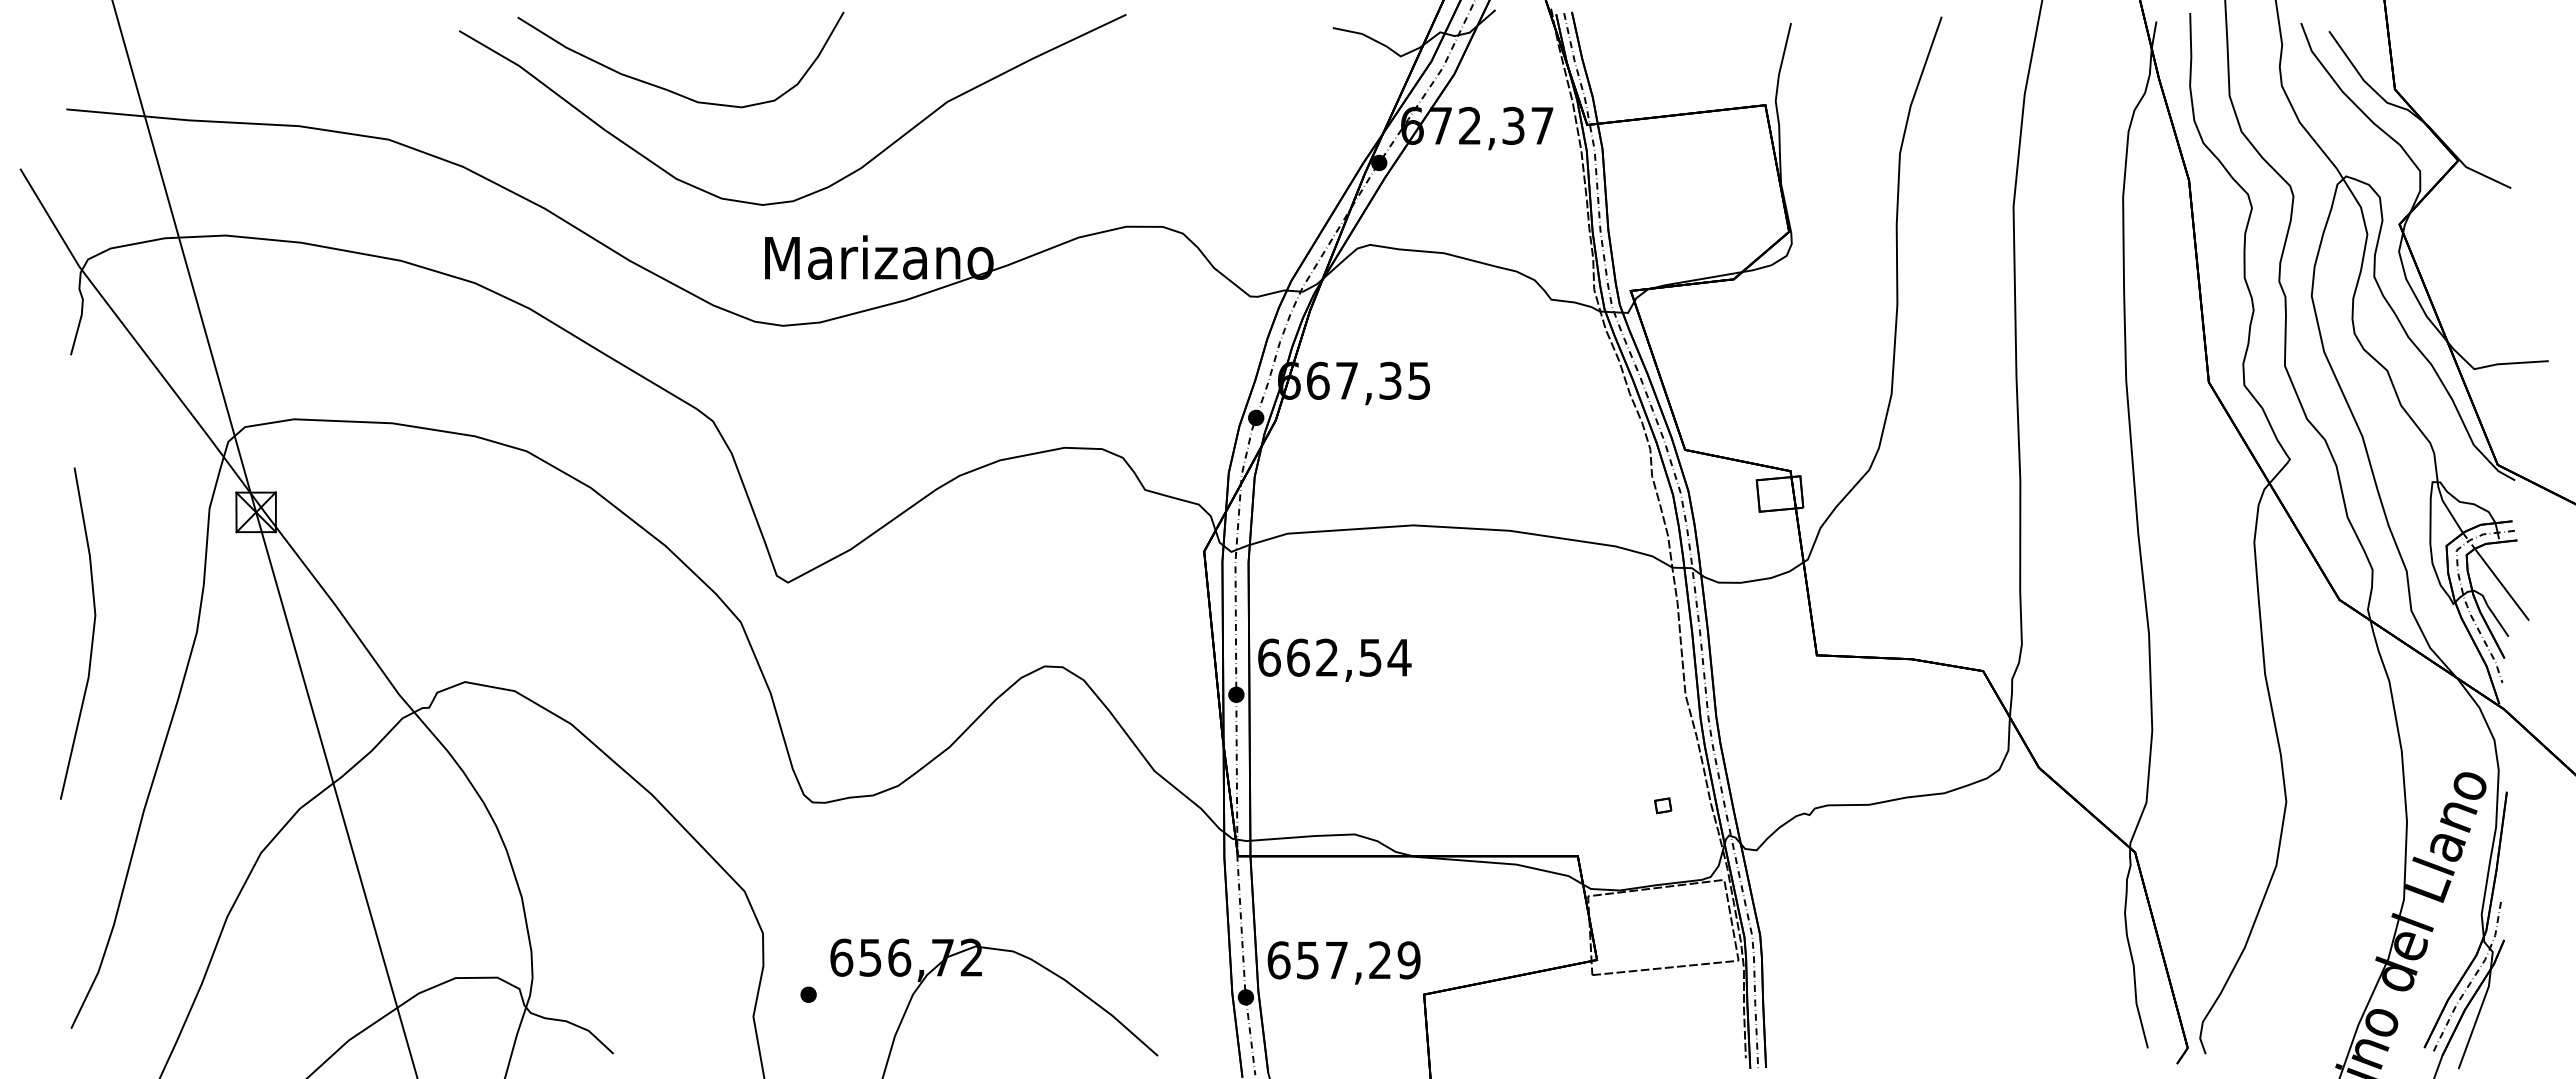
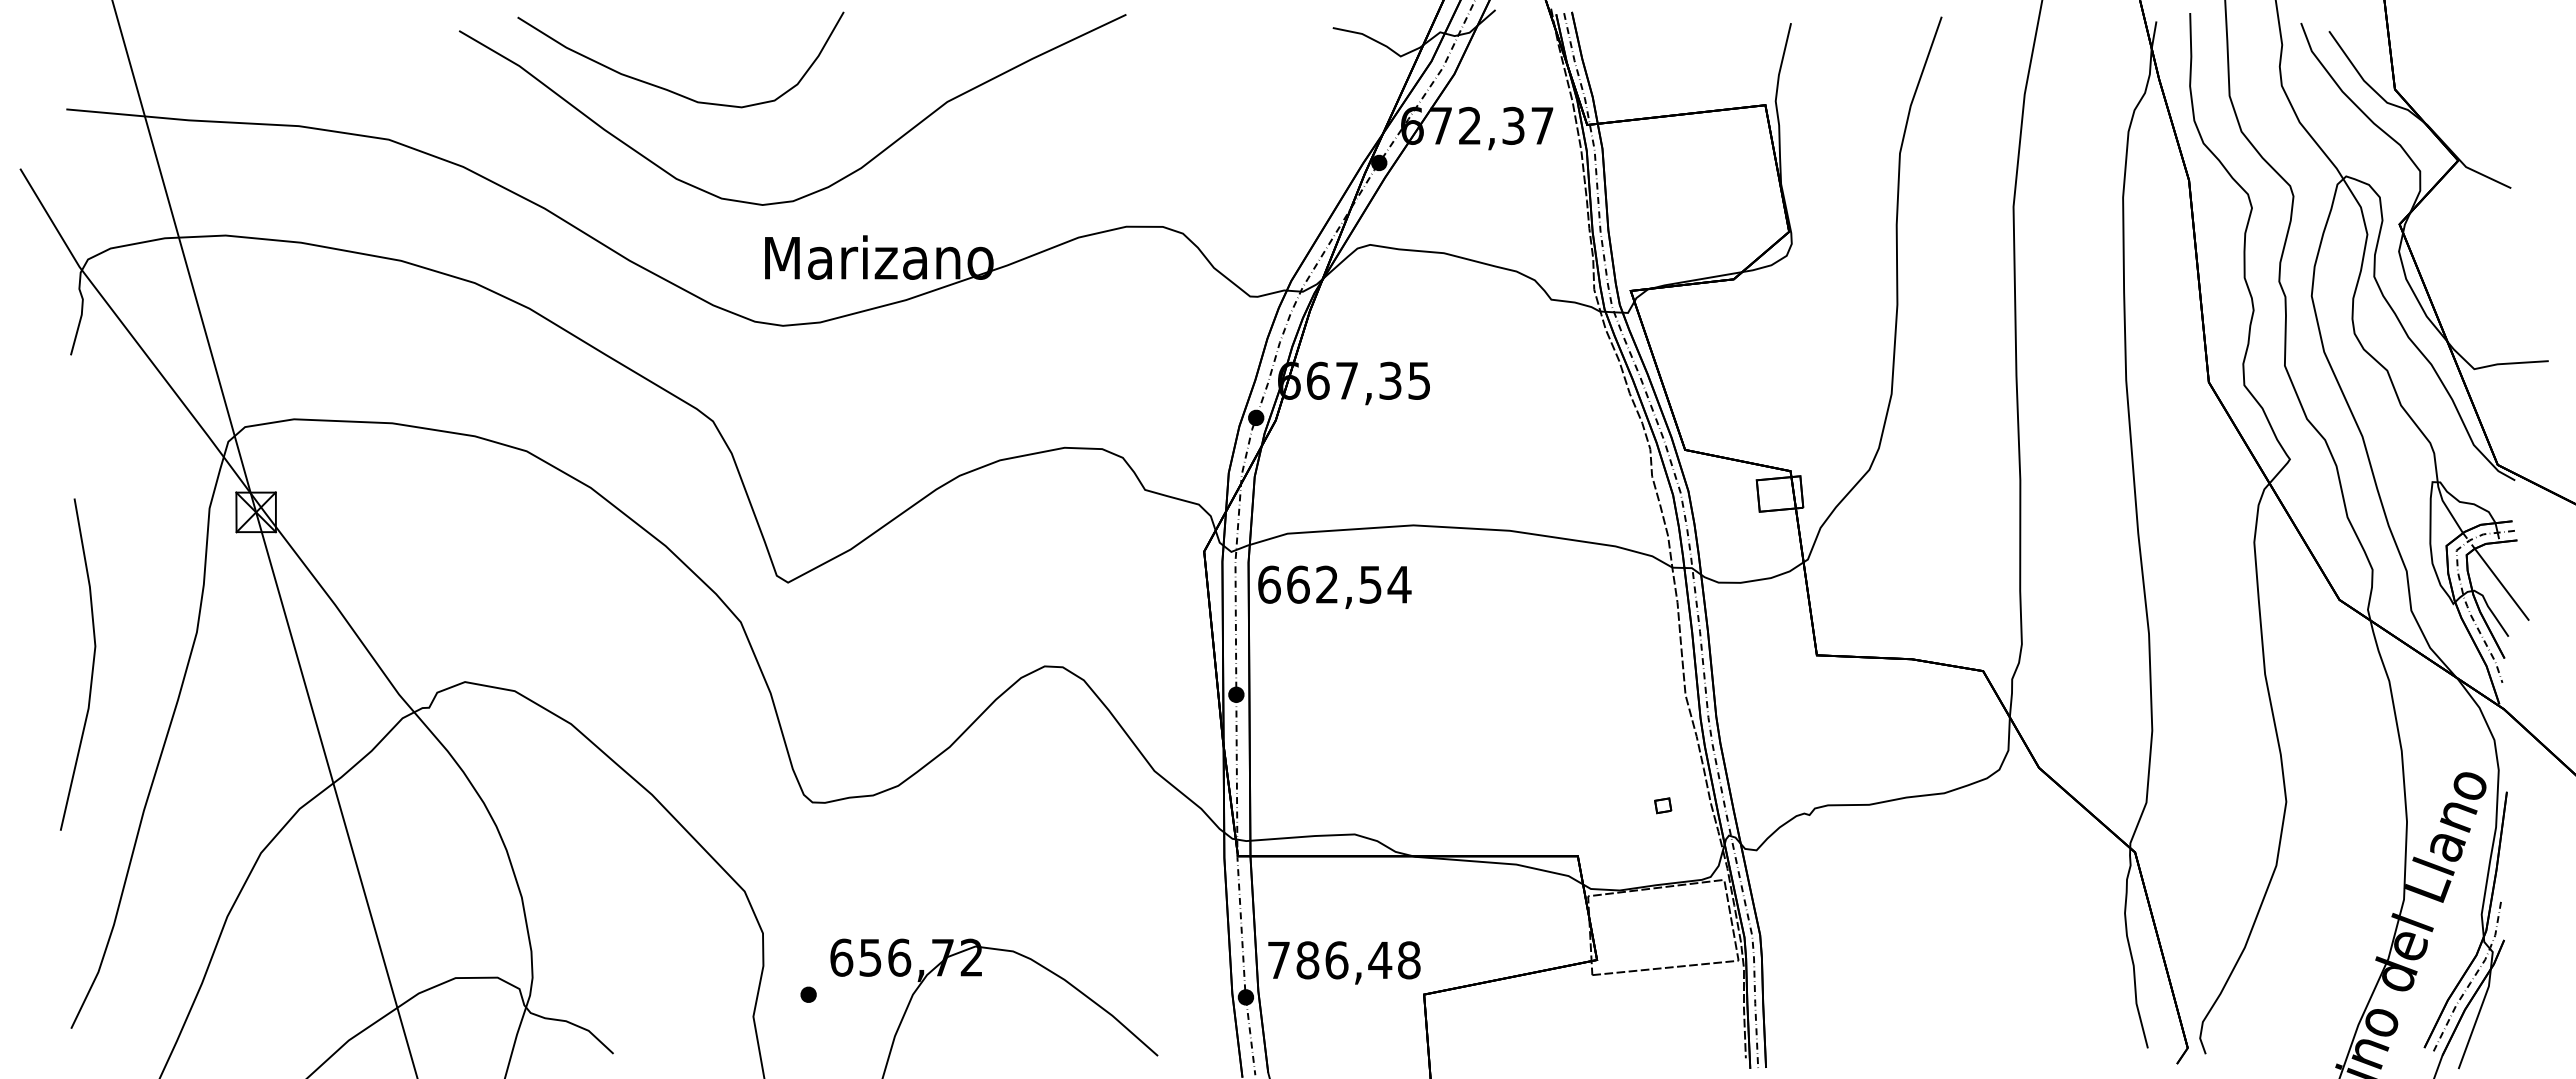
line at (92, 633) position: (92, 633) -> (92, 664)
text at (1334, 659) position: (1334, 659) -> (1334, 586)
text at (1343, 960): 657,29 -> 786,48
